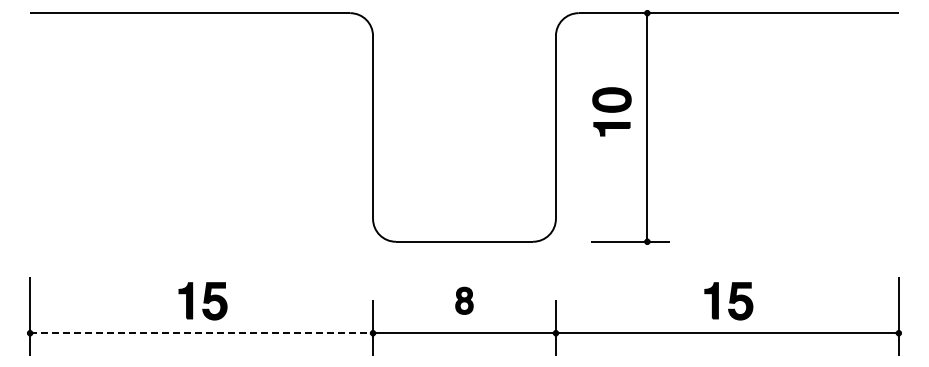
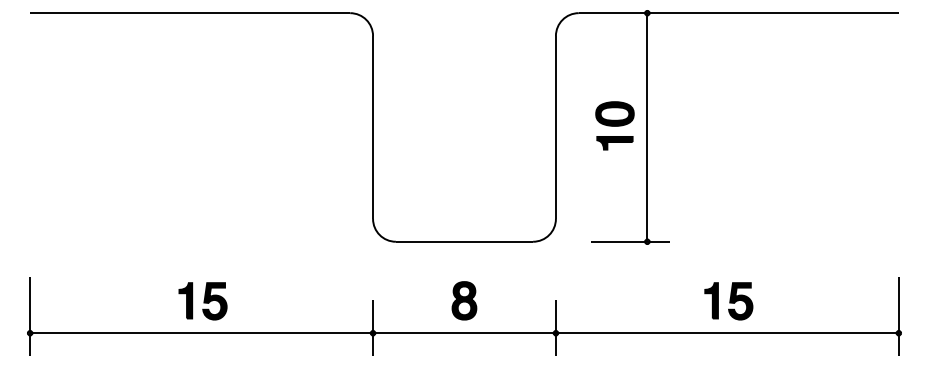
part at (611, 111) position: (611, 111) -> (614, 125)
part at (464, 300) size: 19x29 px -> 27x40 px
line at (202, 333): dashed -> solid
